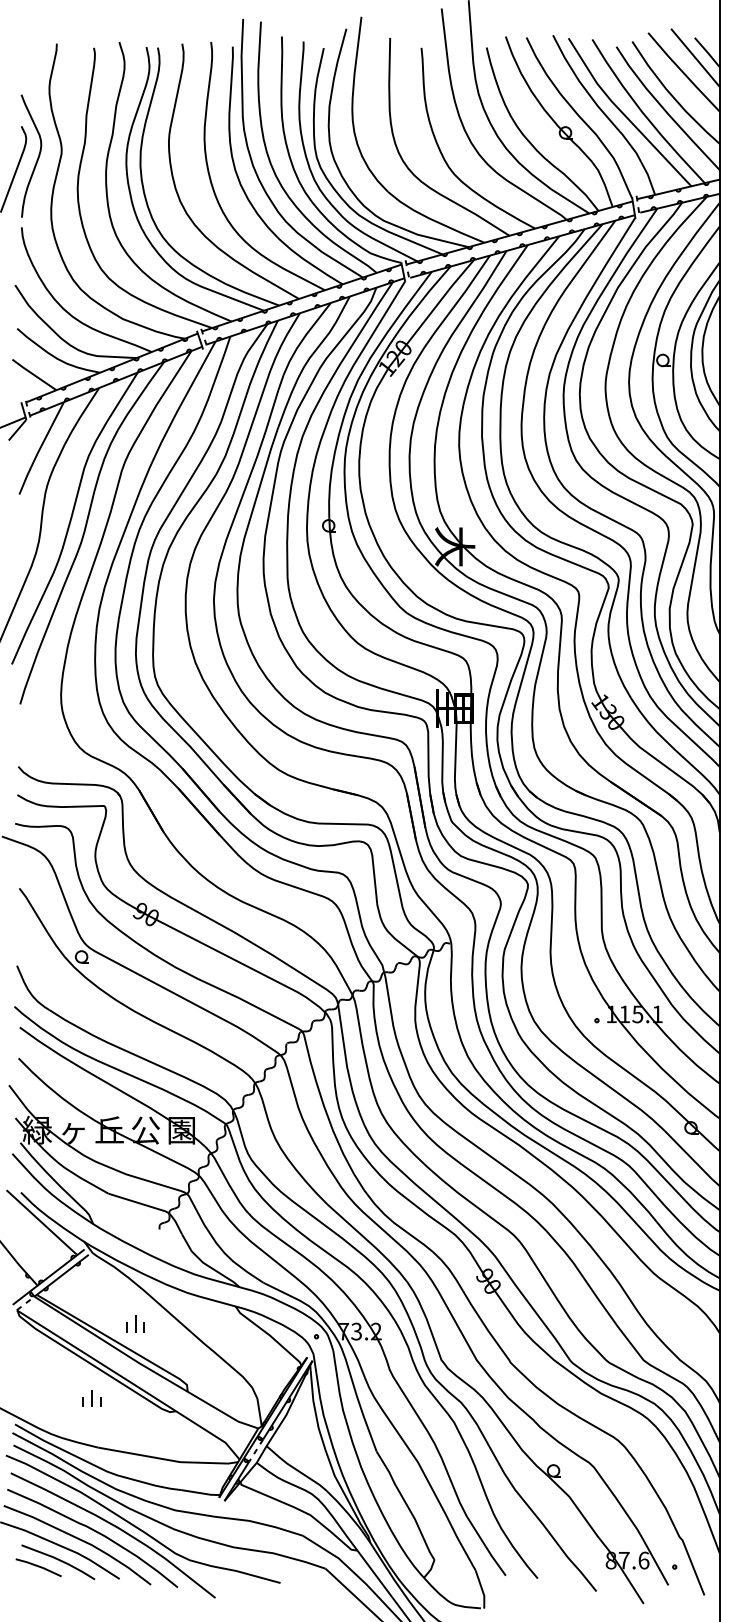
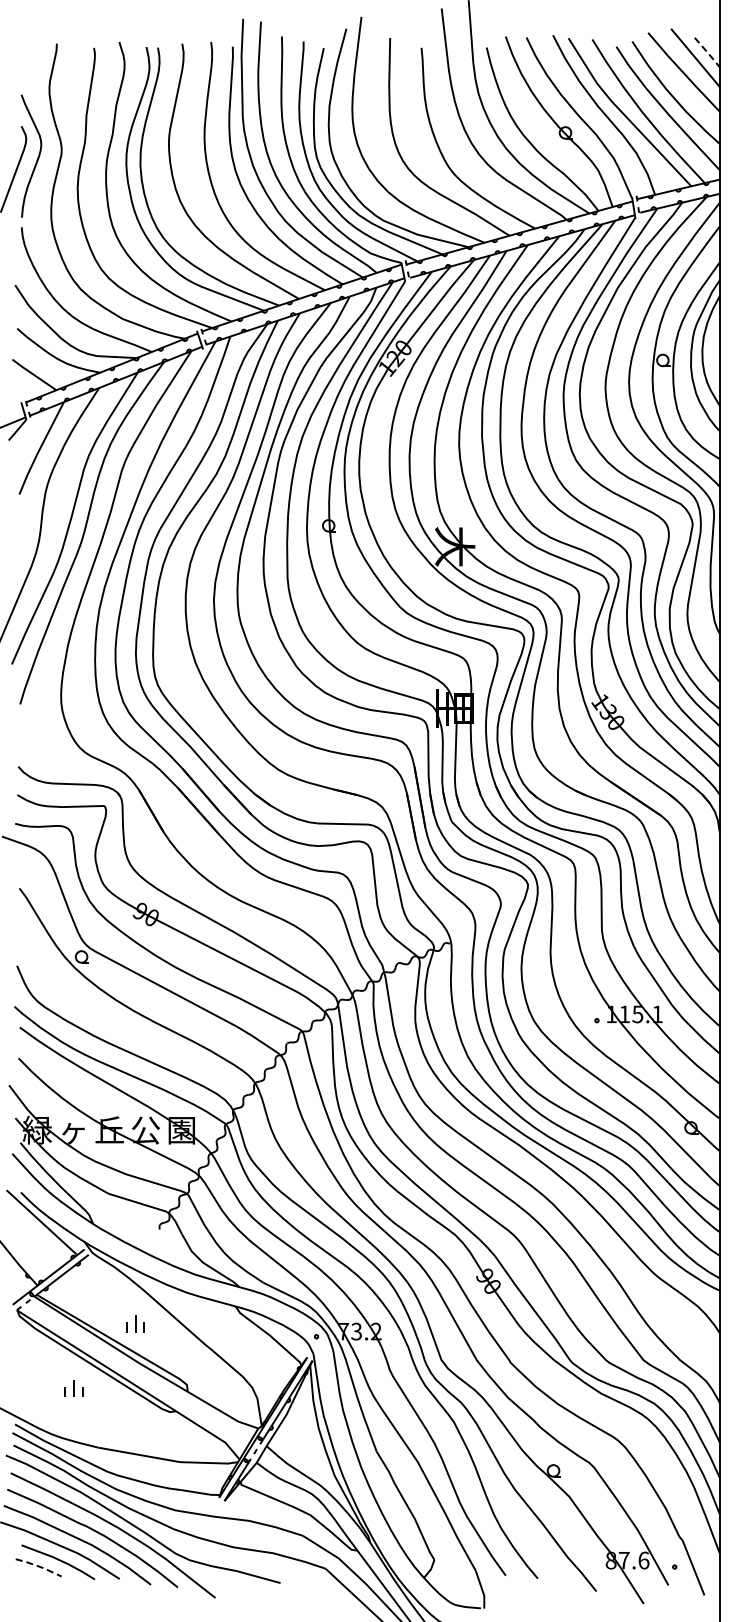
line at (707, 52): solid -> dashed
part at (91, 1398) position: (91, 1398) -> (73, 1388)
line at (39, 1566): solid -> dashed
